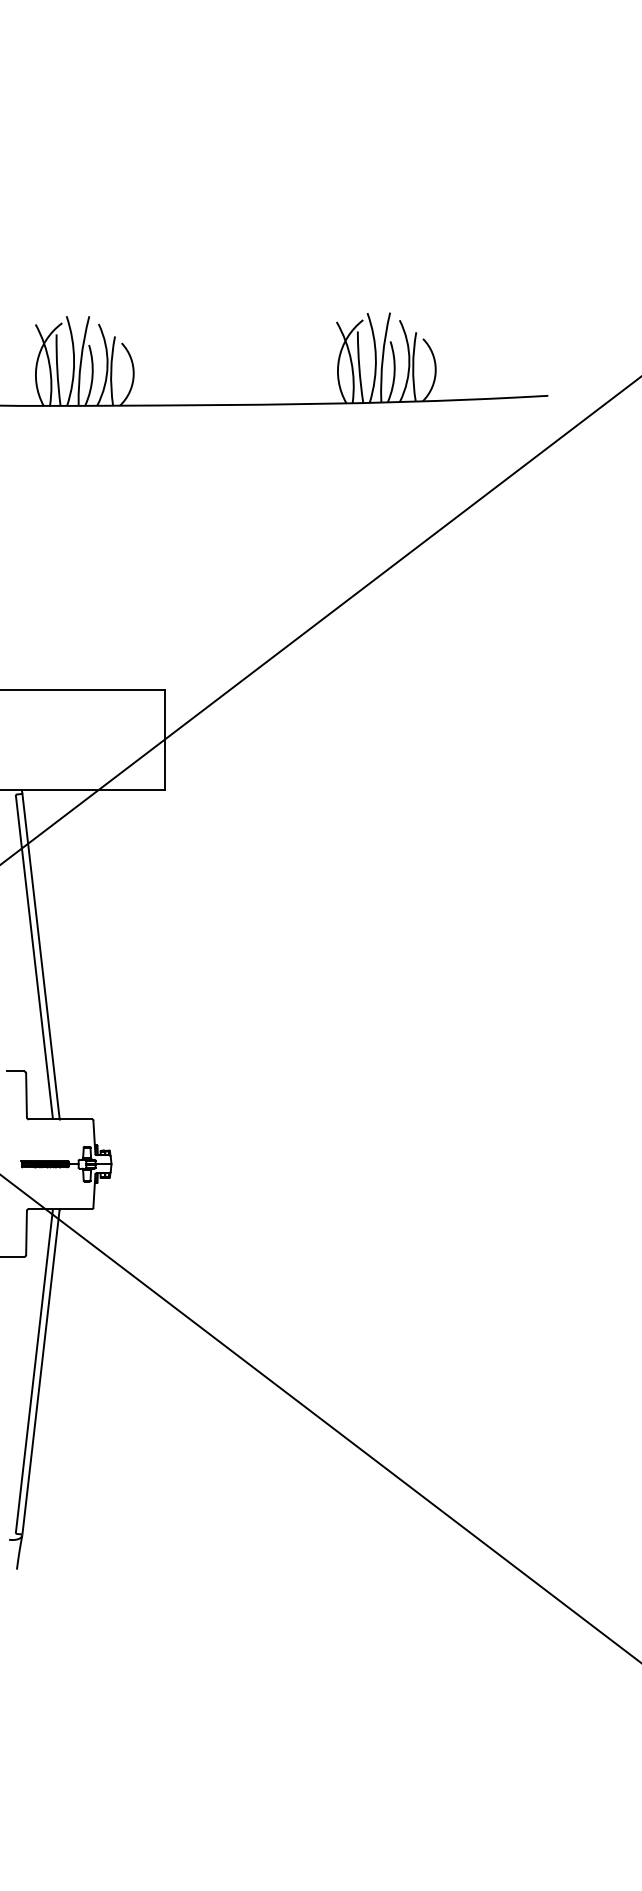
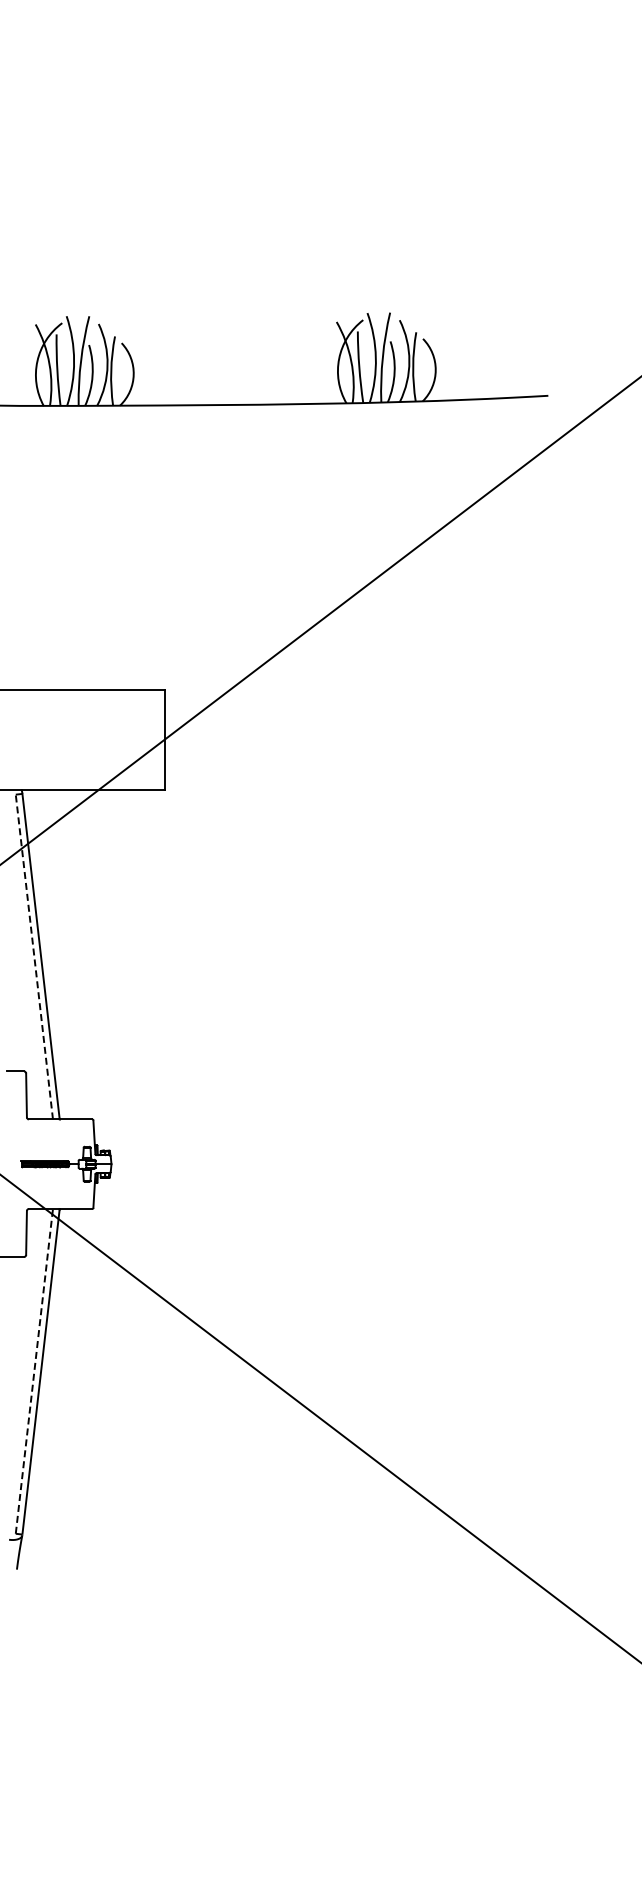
line at (34, 955): solid -> dashed
line at (34, 1371): solid -> dashed
